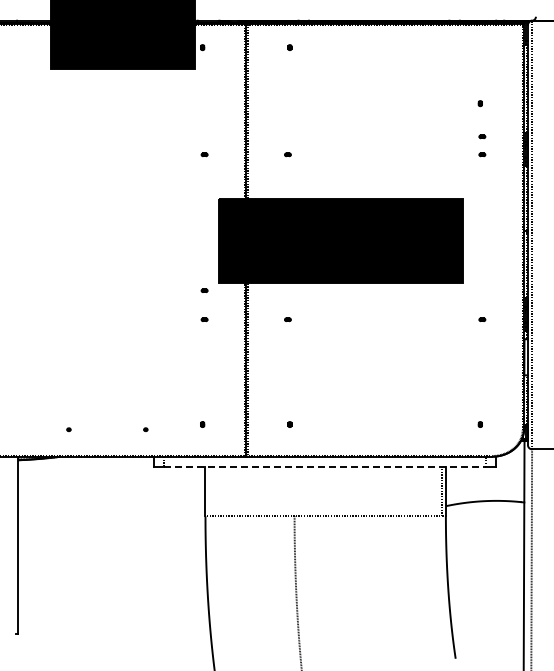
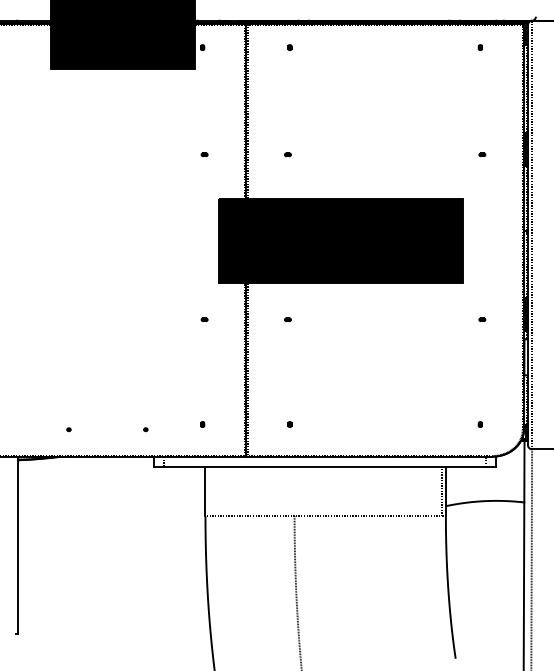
part at (479, 103) position: (479, 103) -> (479, 47)
part at (482, 136): present -> none
part at (204, 290): present -> none
line at (324, 467): dashed -> solid
